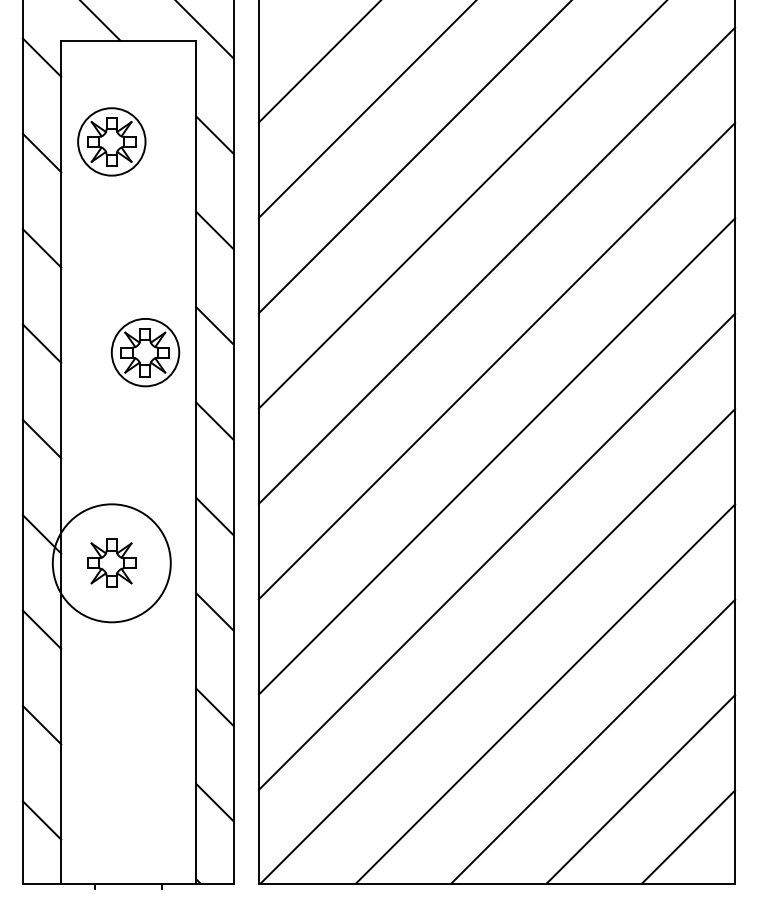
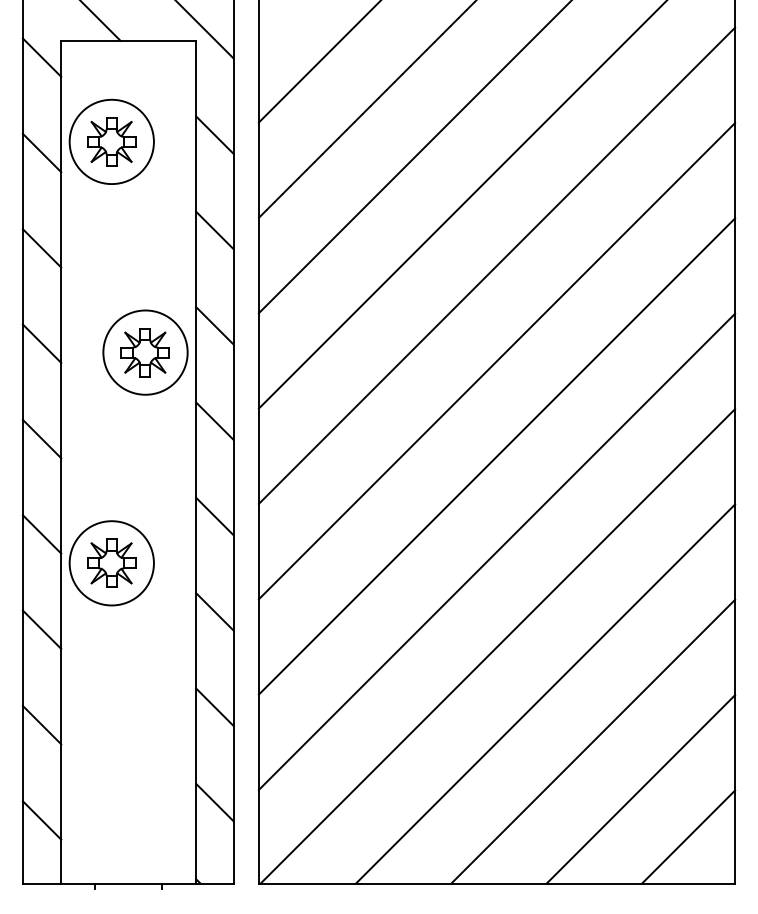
circle at (111, 141) diameter: 67 px -> 84 px
circle at (145, 352) diameter: 67 px -> 84 px
circle at (111, 563) diameter: 118 px -> 84 px
